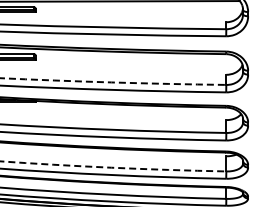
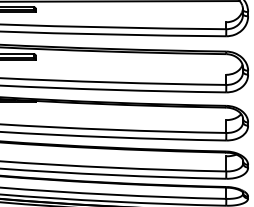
arc at (113, 82): dashed -> solid
arc at (113, 167): dashed -> solid
